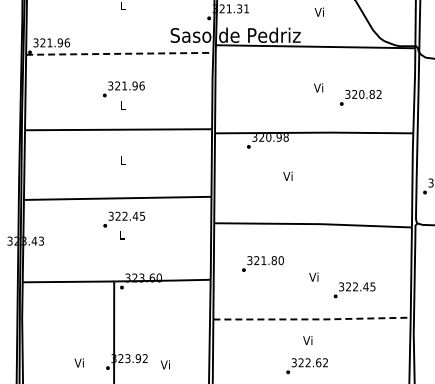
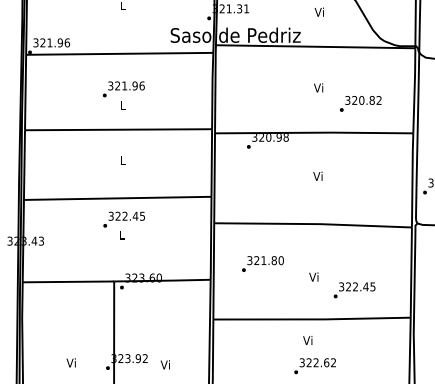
line at (119, 53): dashed -> solid
text at (360, 97) position: (360, 97) -> (360, 103)
text at (287, 175) position: (287, 175) -> (317, 175)
line at (313, 319): dashed -> solid
text at (78, 362) position: (78, 362) -> (70, 362)
text at (306, 366) position: (306, 366) -> (314, 366)
